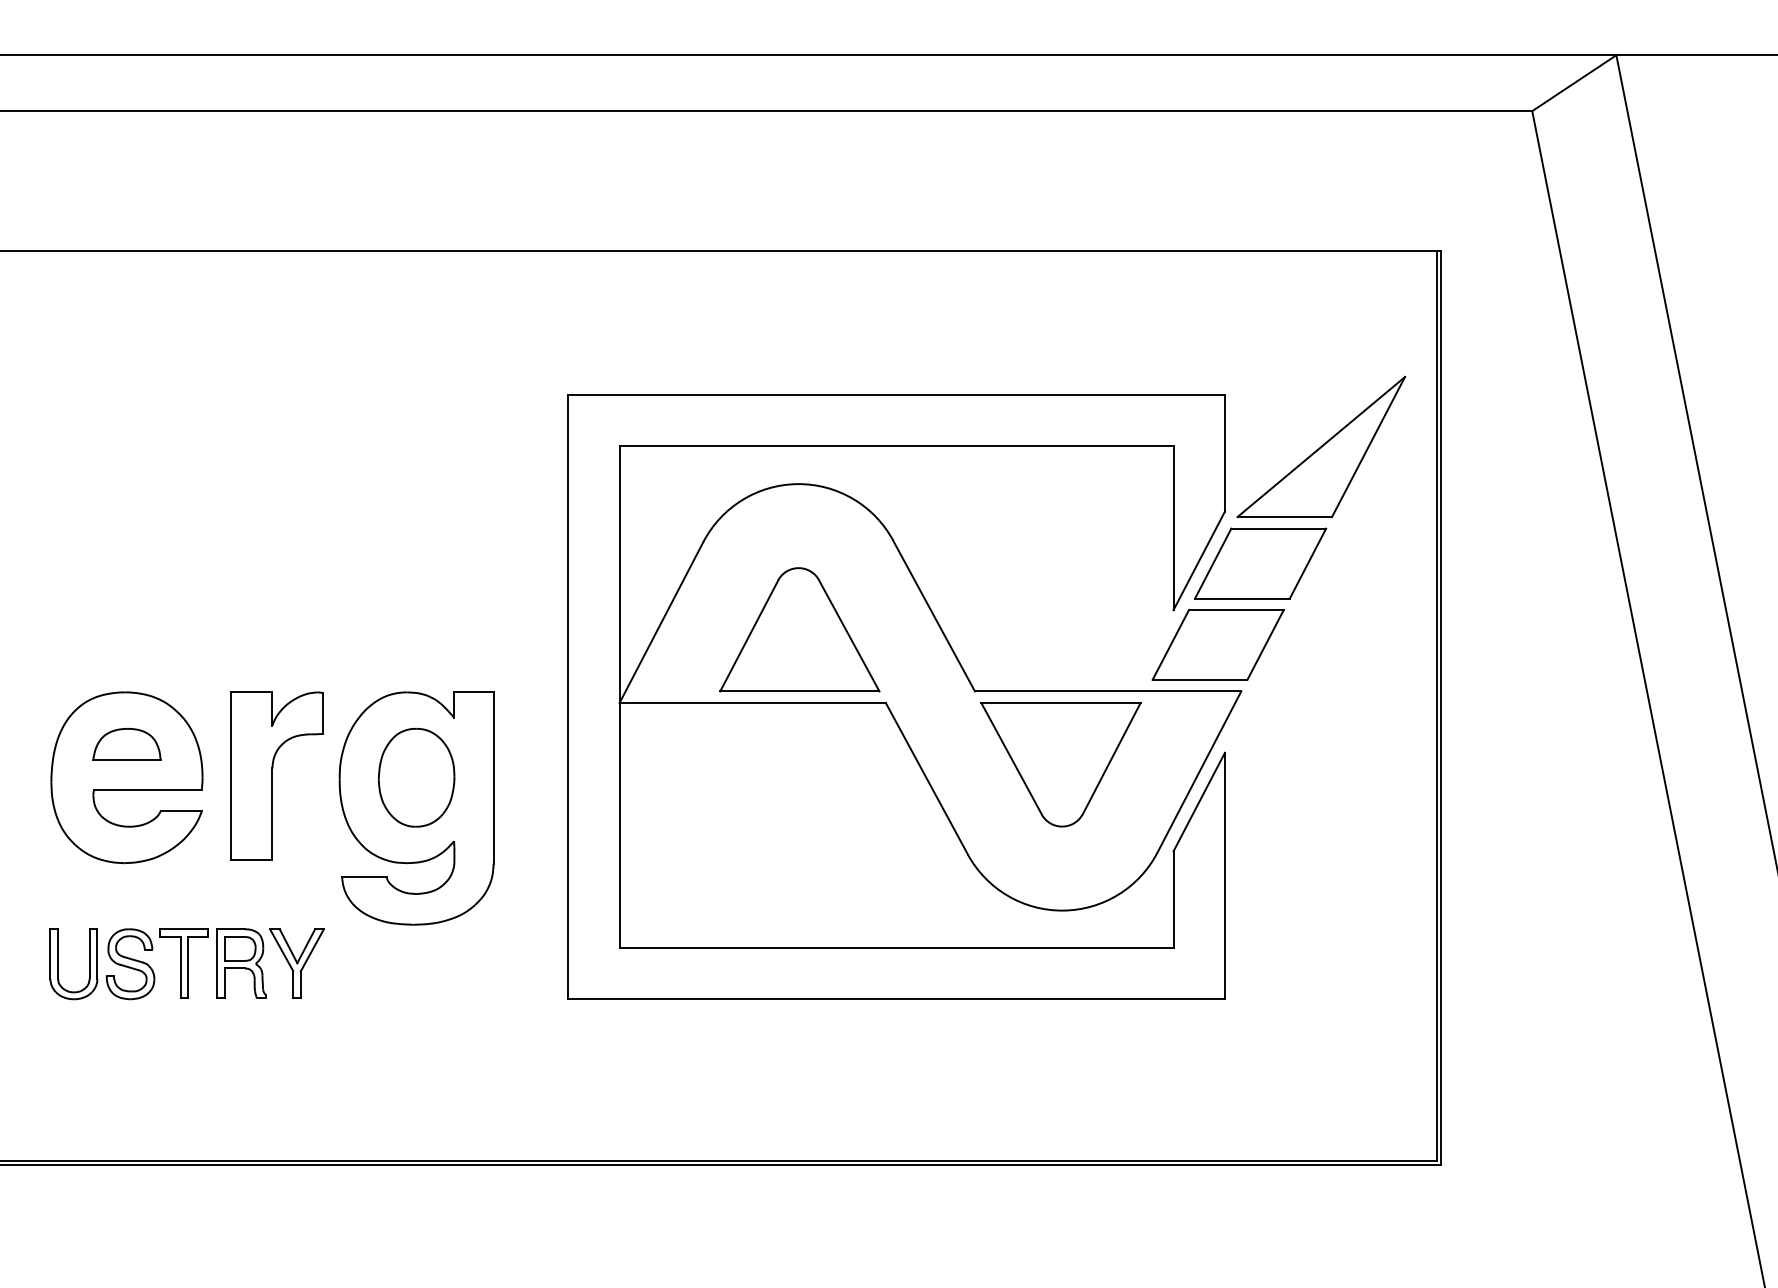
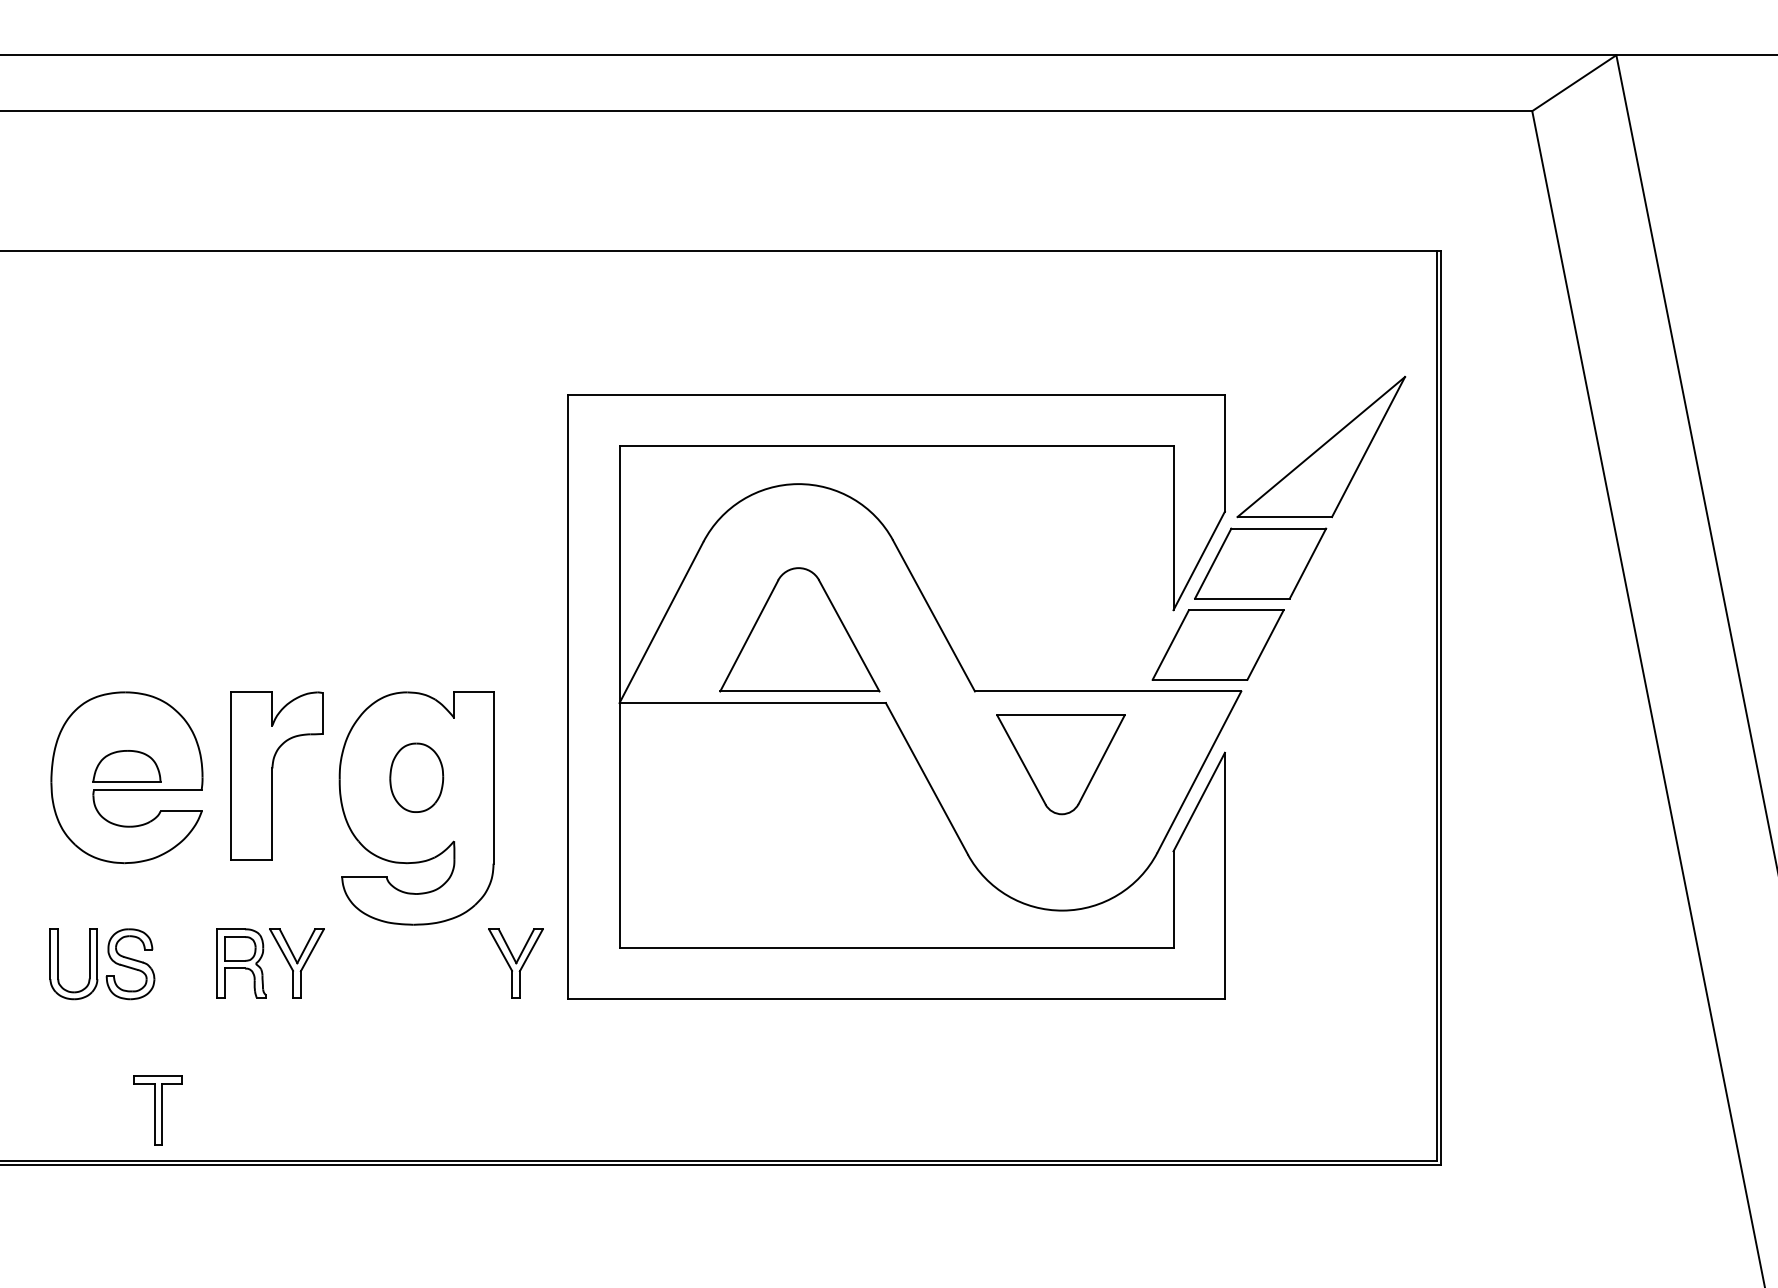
part at (126, 744) position: (126, 744) -> (126, 766)
part at (1060, 764) size: 162x126 px -> 130x102 px
part at (416, 777) size: 78x100 px -> 56x71 px
part at (183, 963) position: (183, 963) -> (157, 1110)
part at (515, 963): none -> present
